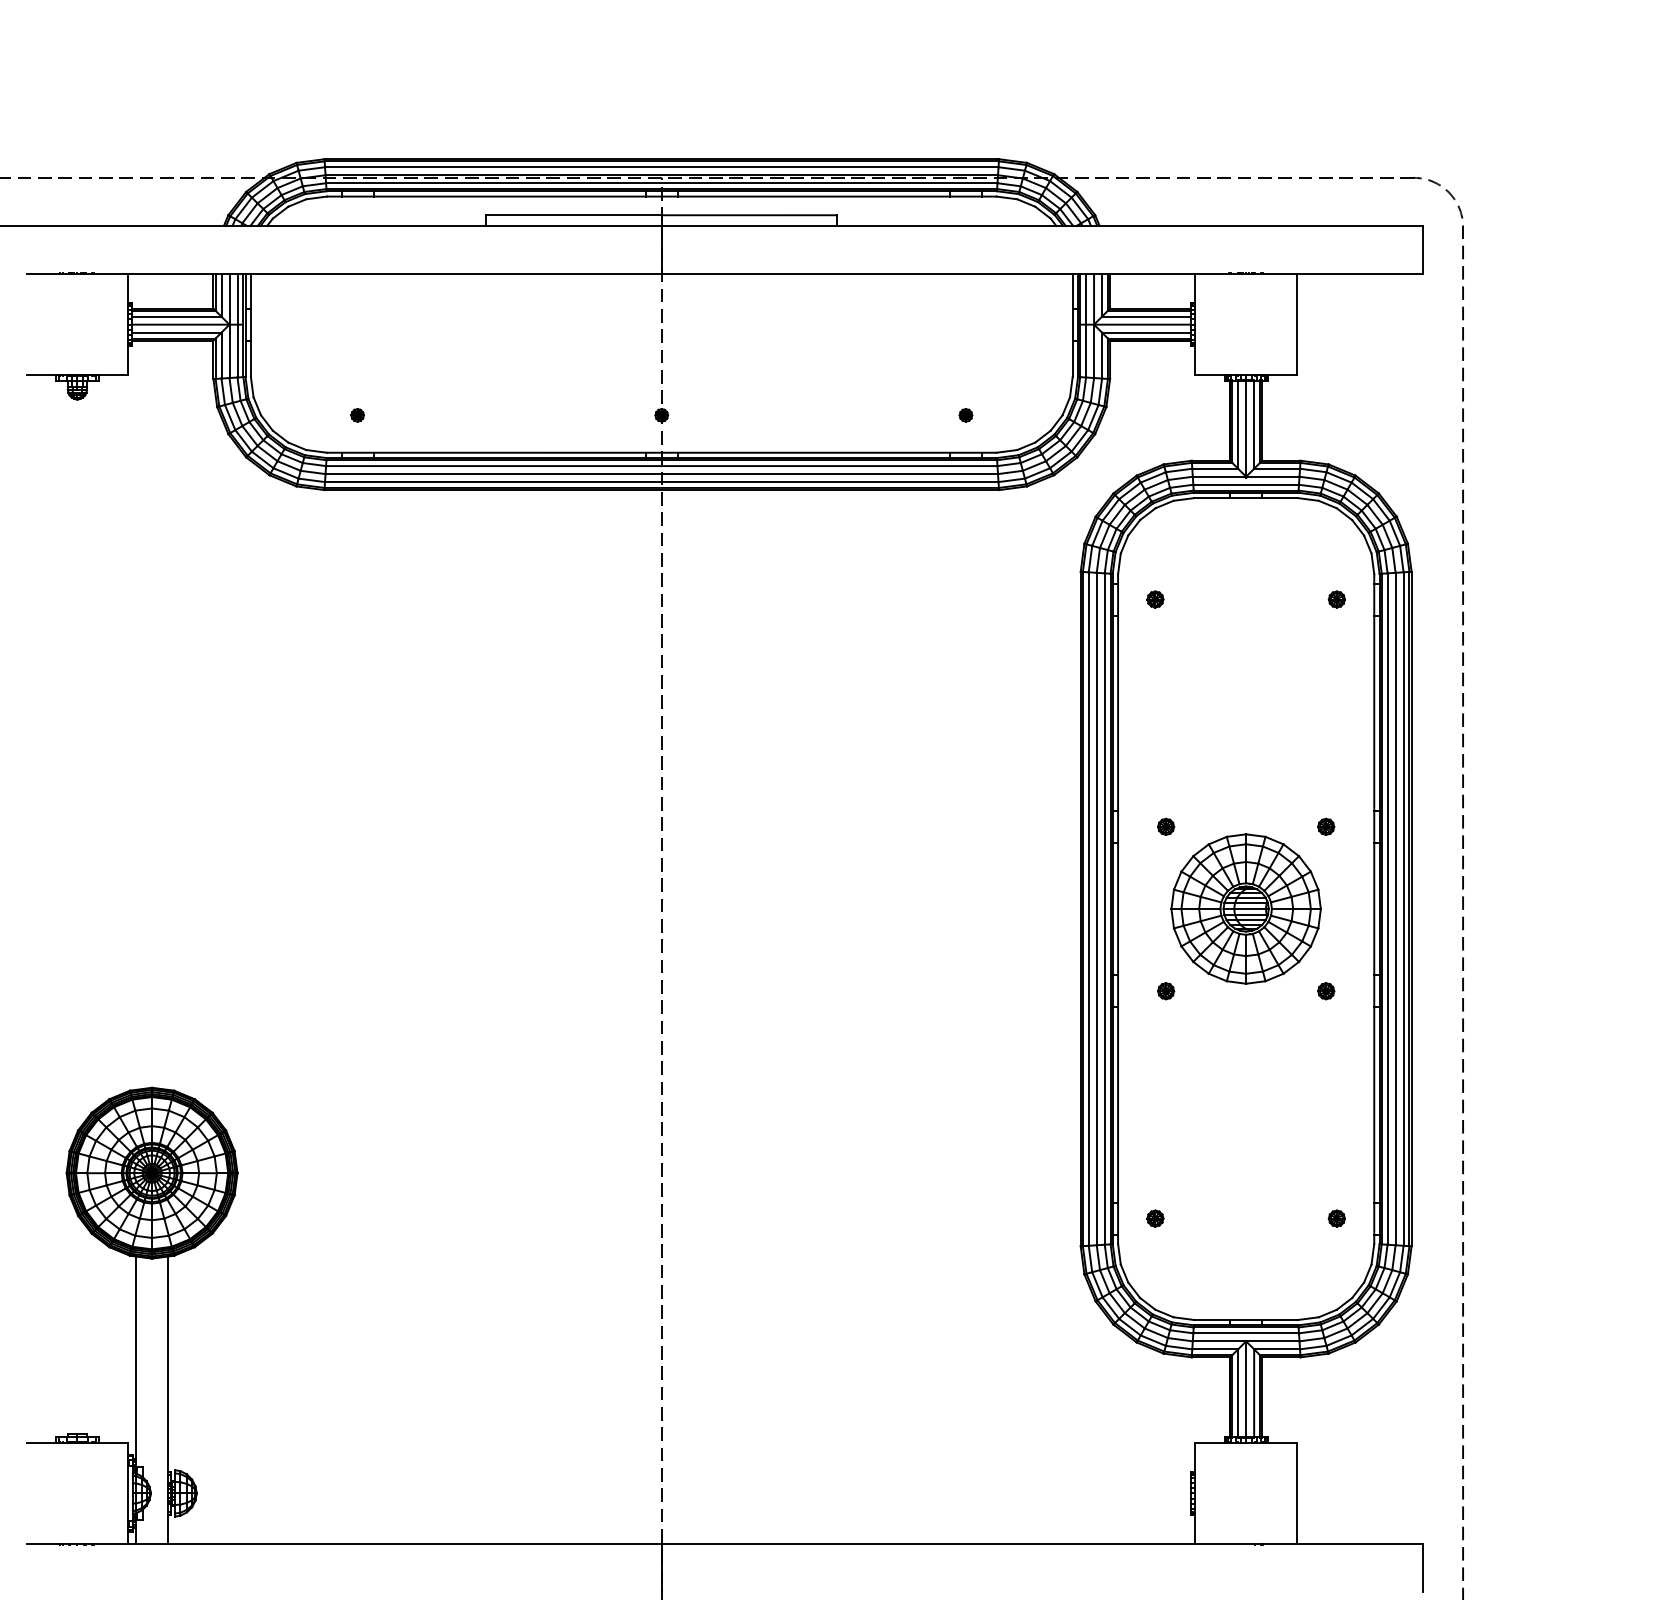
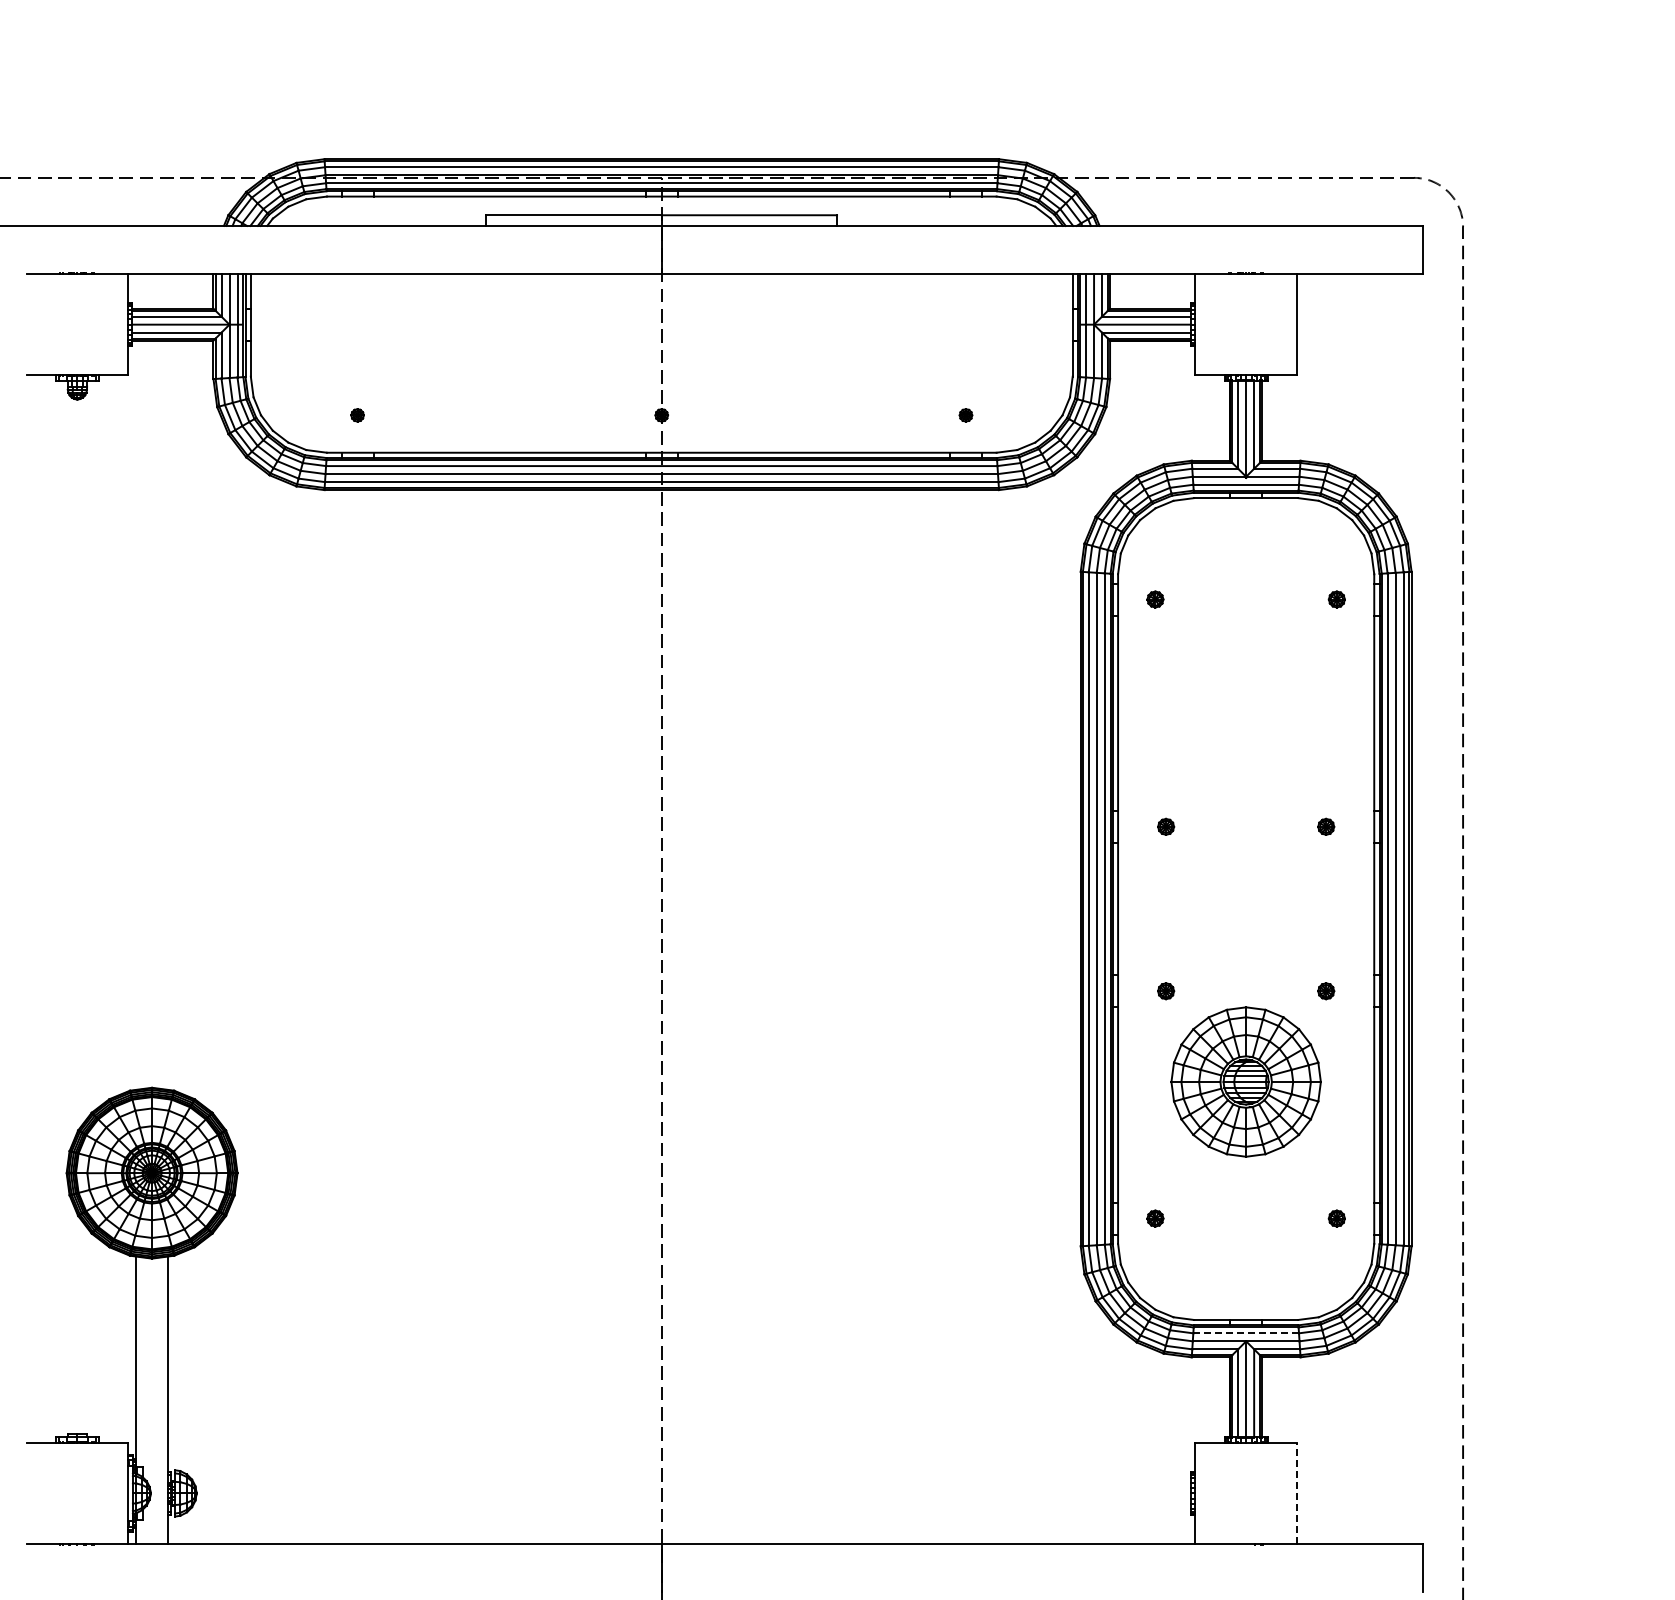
part at (1245, 908) position: (1245, 908) -> (1245, 1081)
line at (1246, 1333): solid -> dashed
line at (1296, 1493): solid -> dashed
